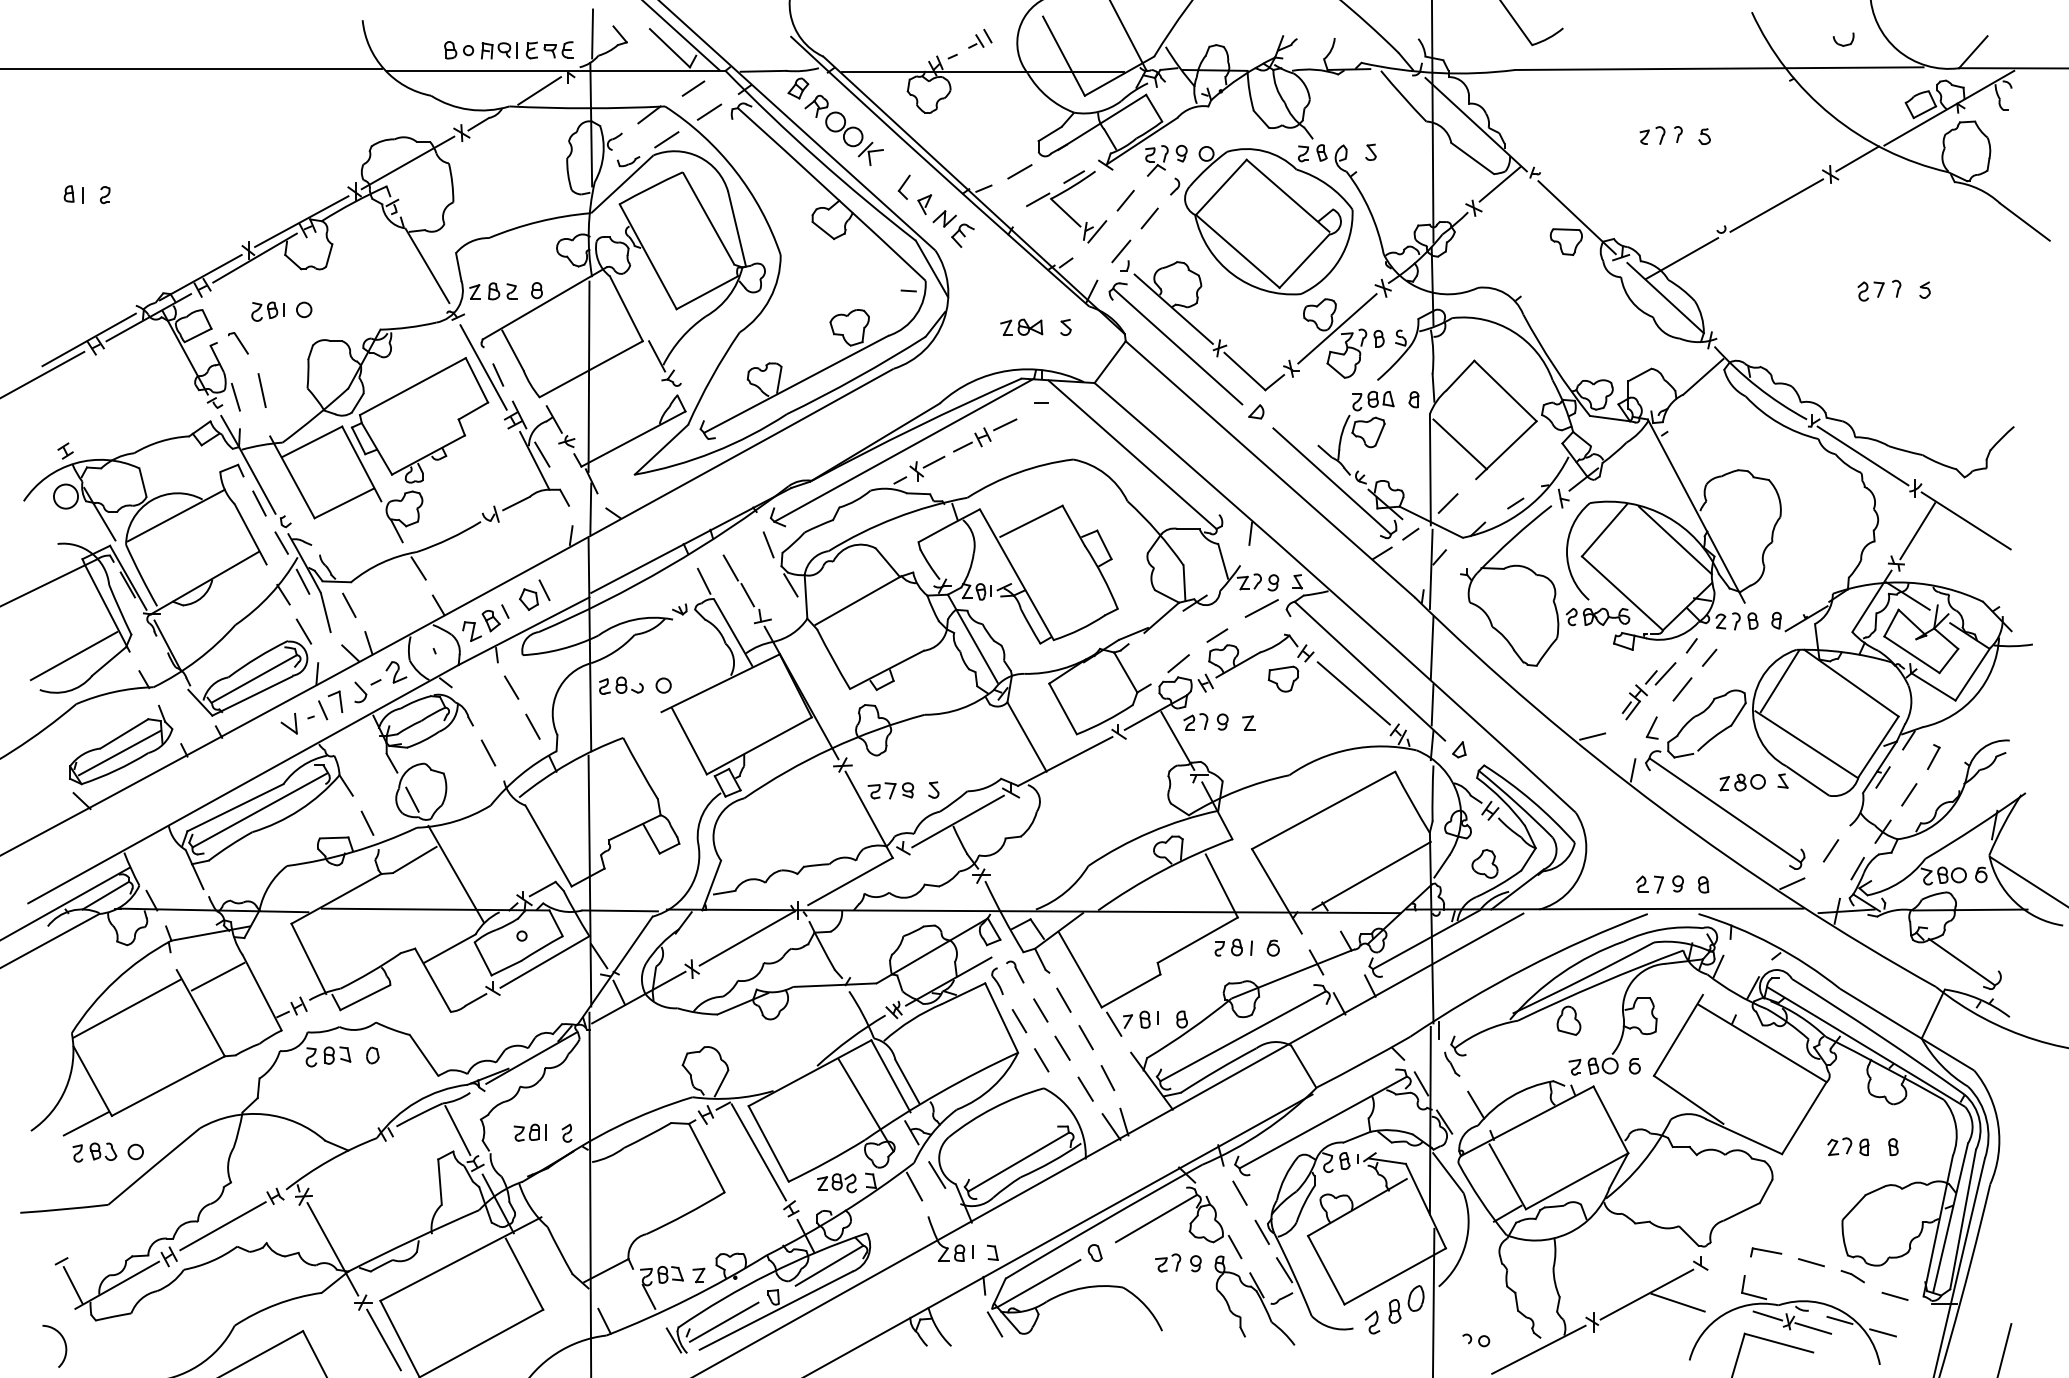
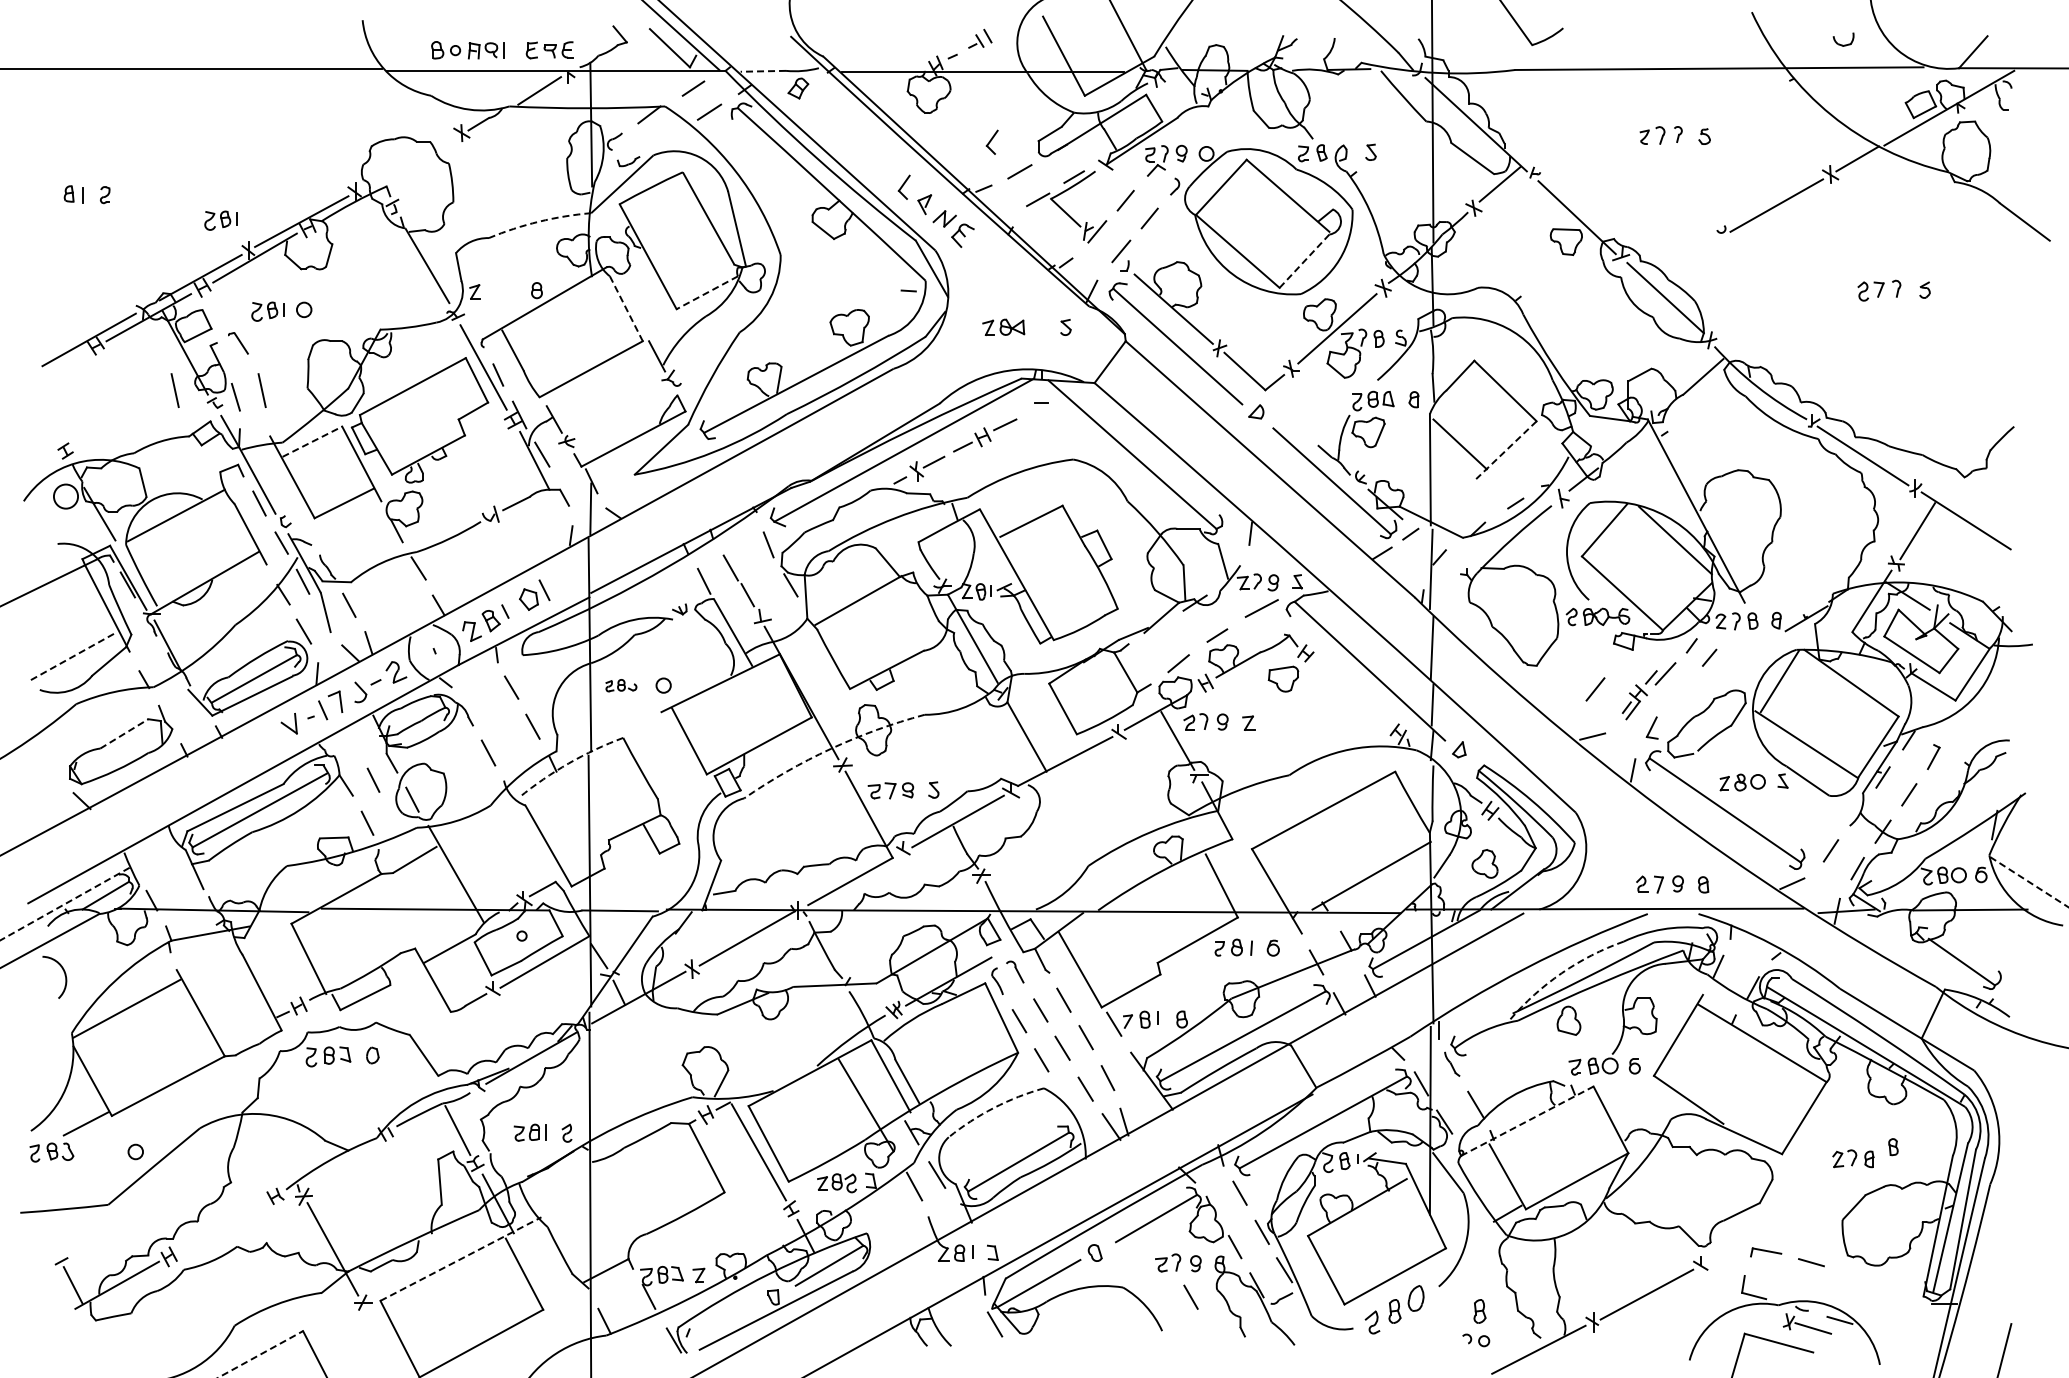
line at (592, 33): present -> none
part at (480, 50) position: (480, 50) -> (467, 50)
line at (763, 71): solid -> dashed
part at (843, 129): present -> none
line at (666, 139): present -> none
part at (991, 141): none -> present
line at (407, 162): present -> none
part at (220, 220): none -> present
arc at (539, 221): solid -> dashed
line at (1682, 258): present -> none
line at (1304, 261): solid -> dashed
part at (502, 291): present -> none
line at (707, 292): solid -> dashed
line at (626, 309): solid -> dashed
part at (1021, 326) position: (1021, 326) -> (1003, 326)
line at (43, 374): present -> none
line at (588, 376): present -> none
line at (174, 390): none -> present
line at (312, 441): solid -> dashed
line at (1506, 450): solid -> dashed
line at (1447, 503): present -> none
line at (74, 655): solid -> dashed
part at (621, 685) size: 45x19 px -> 33x14 px
line at (1682, 689) position: (1682, 689) -> (1595, 689)
line at (1353, 693): present -> none
line at (124, 733): solid -> dashed
arc at (830, 748): solid -> dashed
line at (119, 752): present -> none
arc at (568, 763): solid -> dashed
line at (373, 779): none -> present
line at (2029, 882): solid -> dashed
line at (64, 904): solid -> dashed
arc at (1561, 973): solid -> dashed
line at (217, 976): present -> none
arc at (993, 1107): solid -> dashed
line at (1527, 1121): solid -> dashed
part at (1848, 1146) position: (1848, 1146) -> (1853, 1158)
part at (94, 1152) position: (94, 1152) -> (51, 1152)
line at (222, 1226): present -> none
line at (460, 1259): solid -> dashed
part at (1852, 1276): present -> none
line at (1190, 1296): none -> present
line at (1894, 1296): present -> none
line at (1433, 1301): present -> none
line at (1677, 1302): present -> none
part at (1479, 1311): none -> present
line at (1767, 1315): present -> none
line at (723, 1321): present -> none
line at (1882, 1332): present -> none
line at (383, 1339): present -> none
arc at (63, 1341) position: (63, 1341) -> (63, 972)
line at (261, 1354): solid -> dashed
